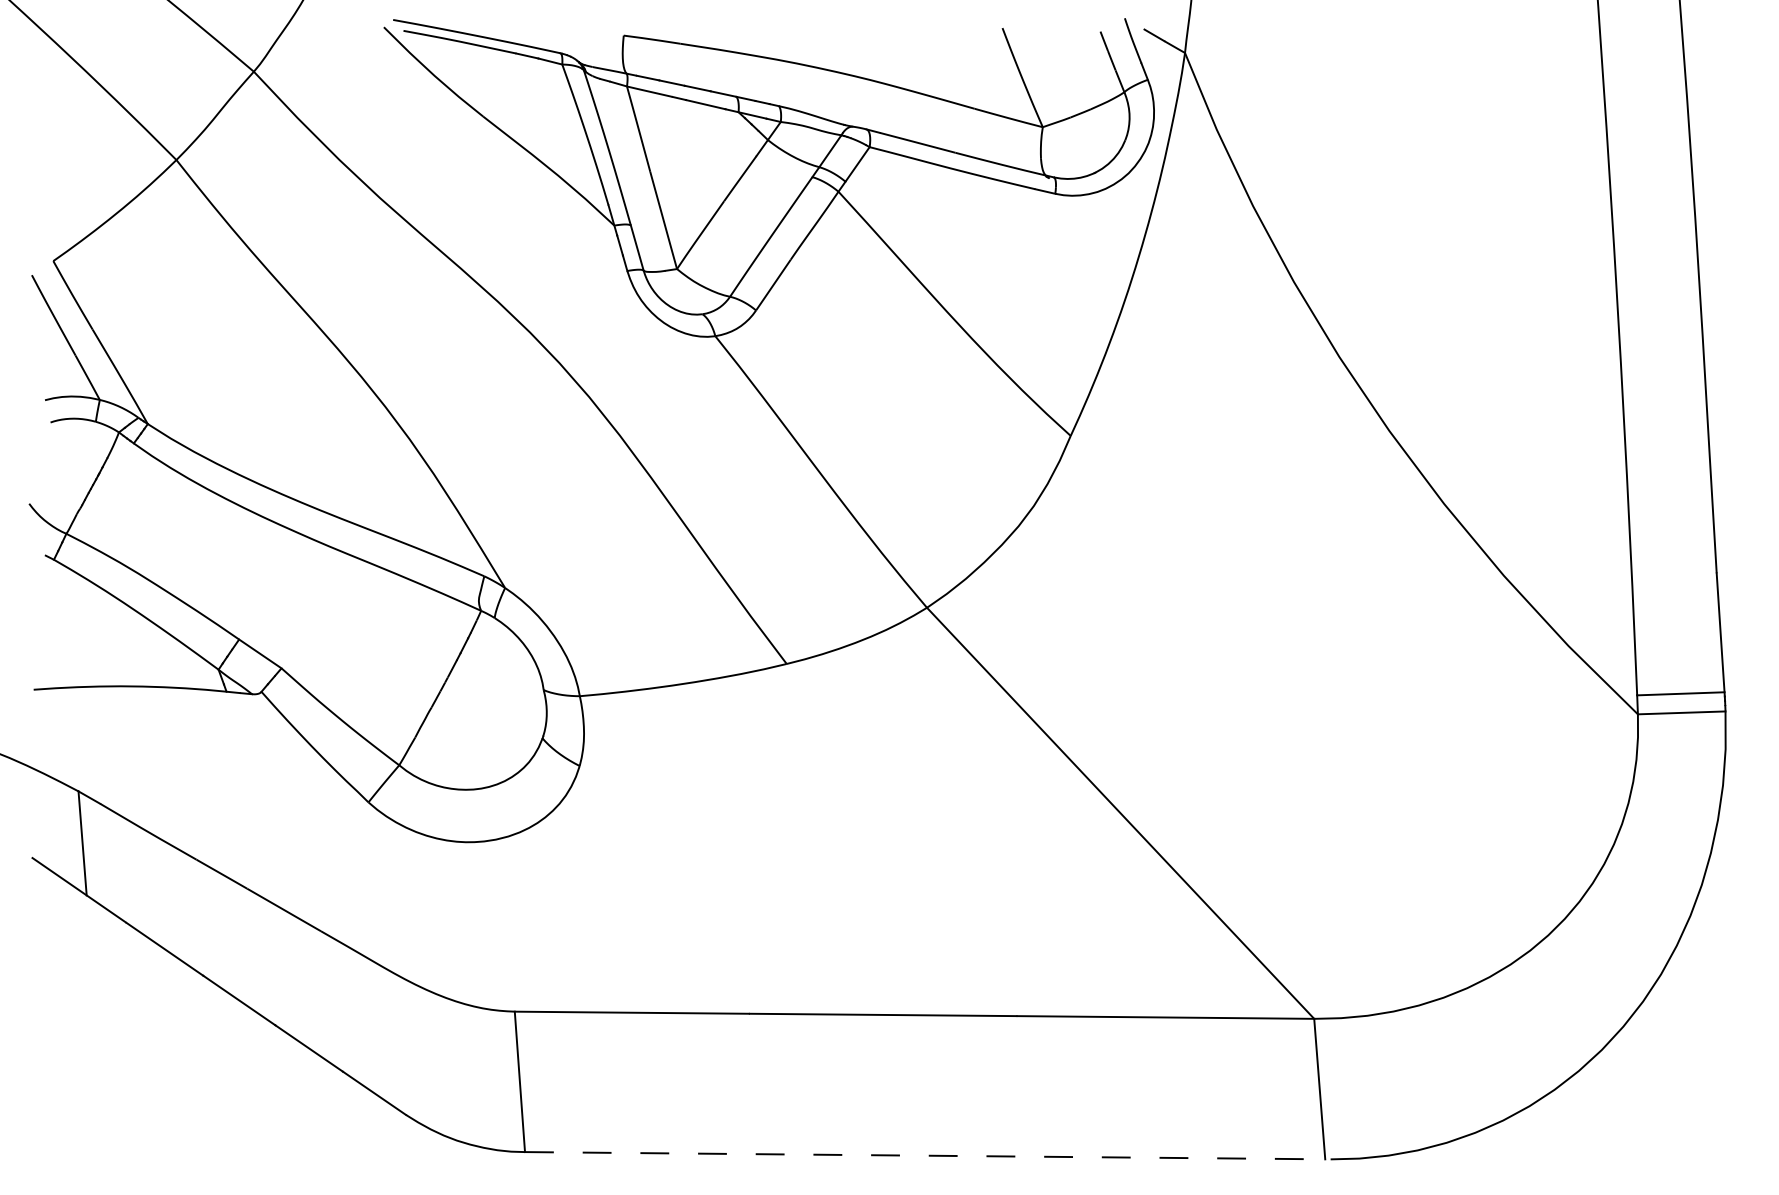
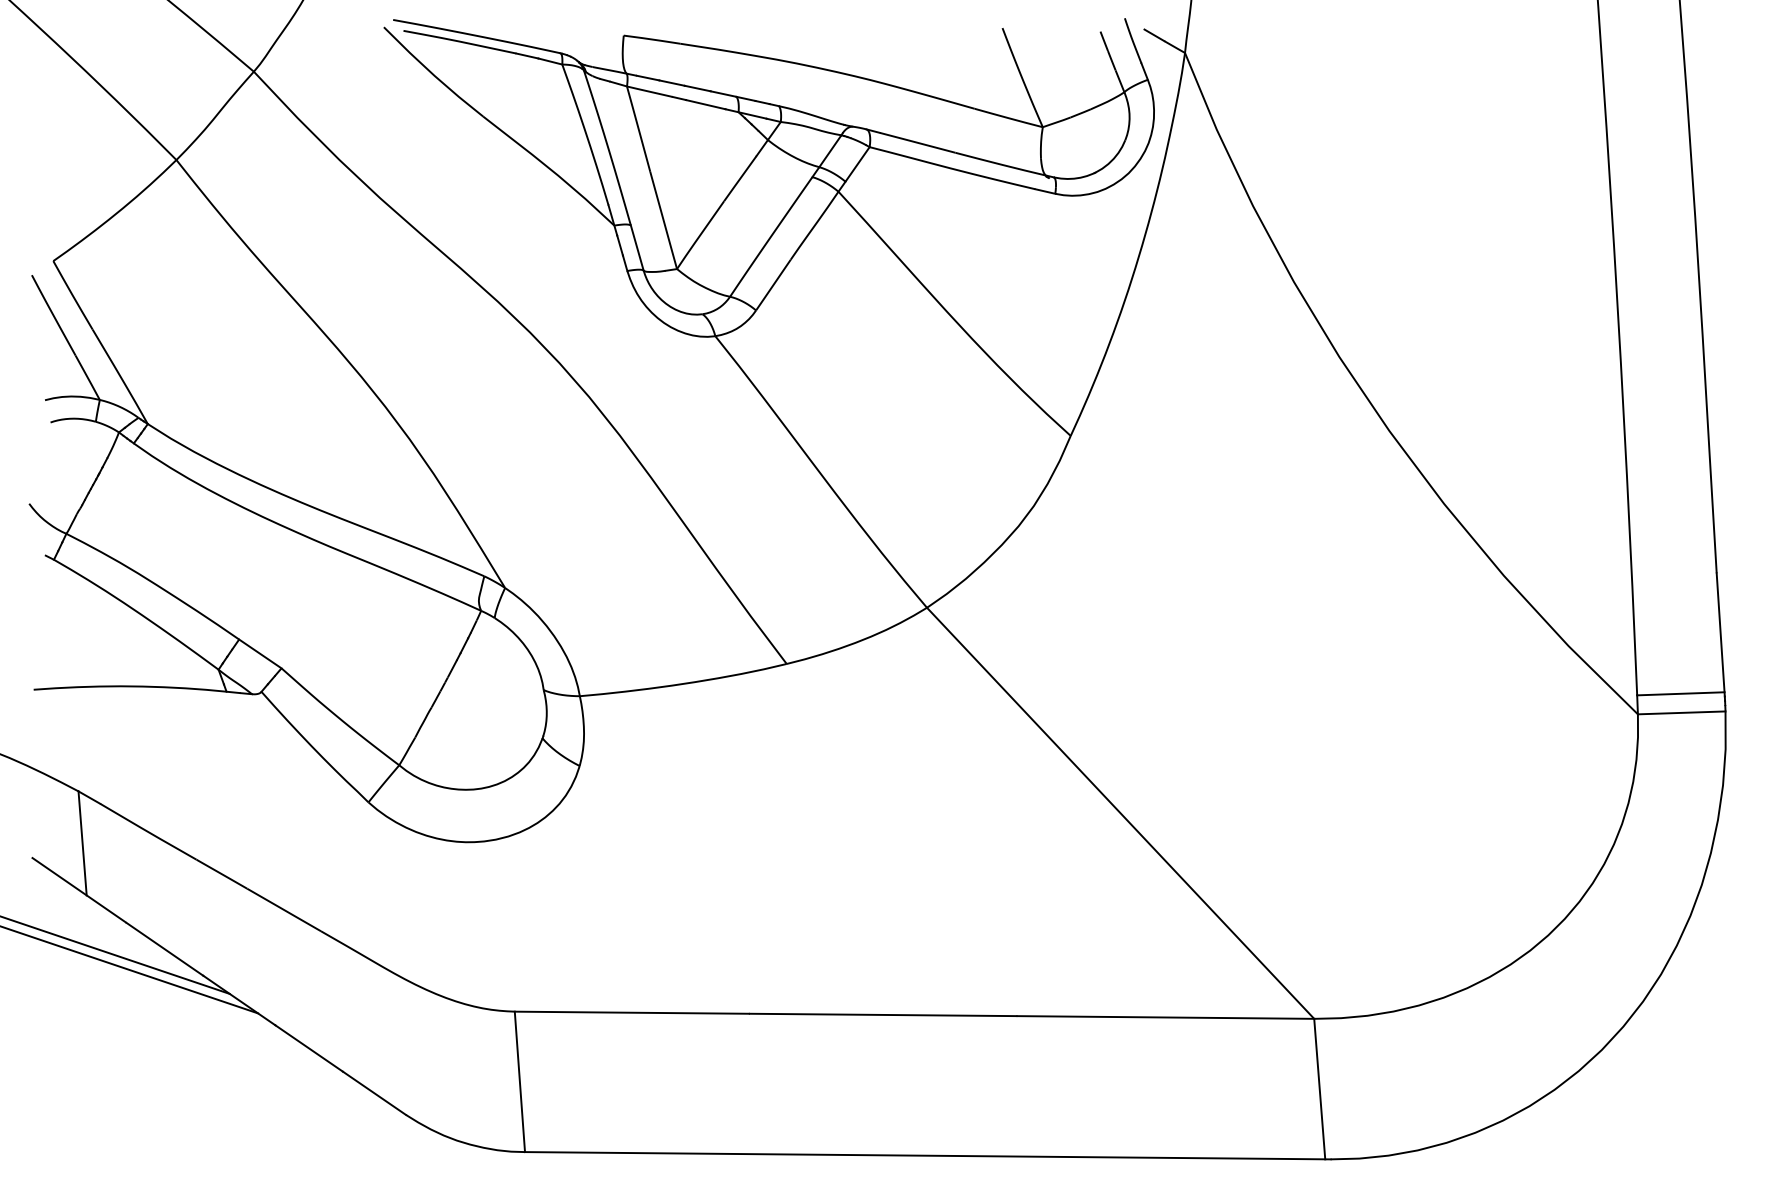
line at (115, 955): none -> present
line at (130, 970): none -> present
line at (927, 1155): dashed -> solid
